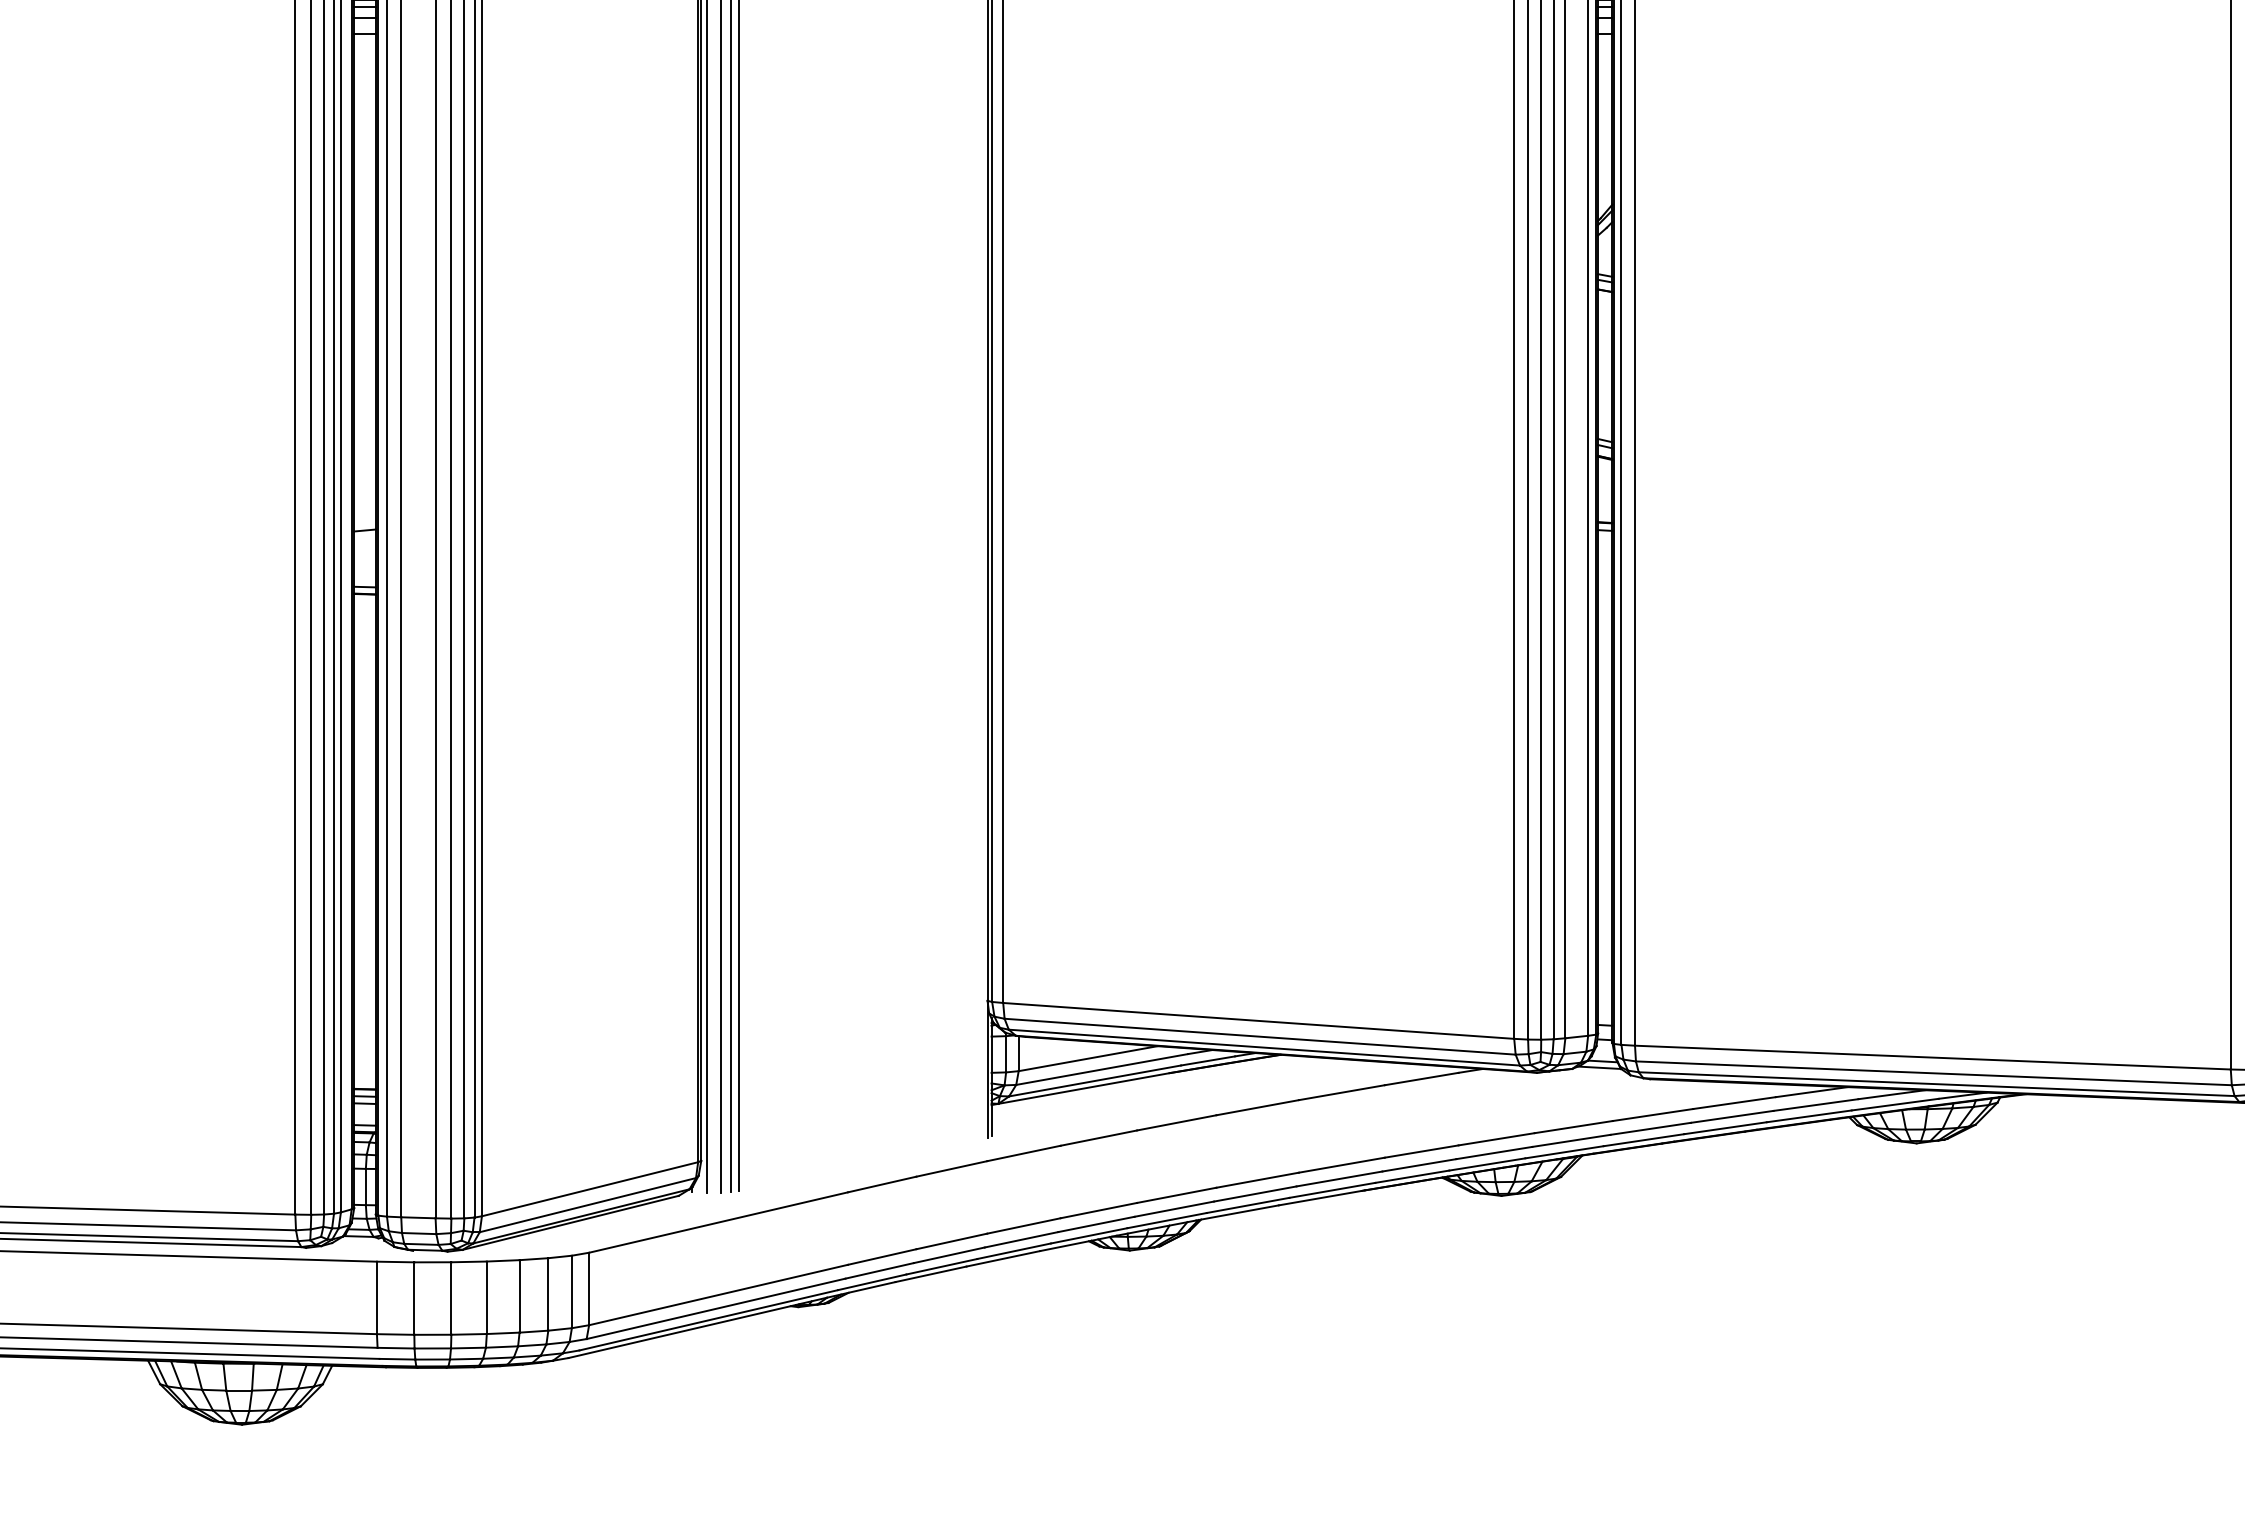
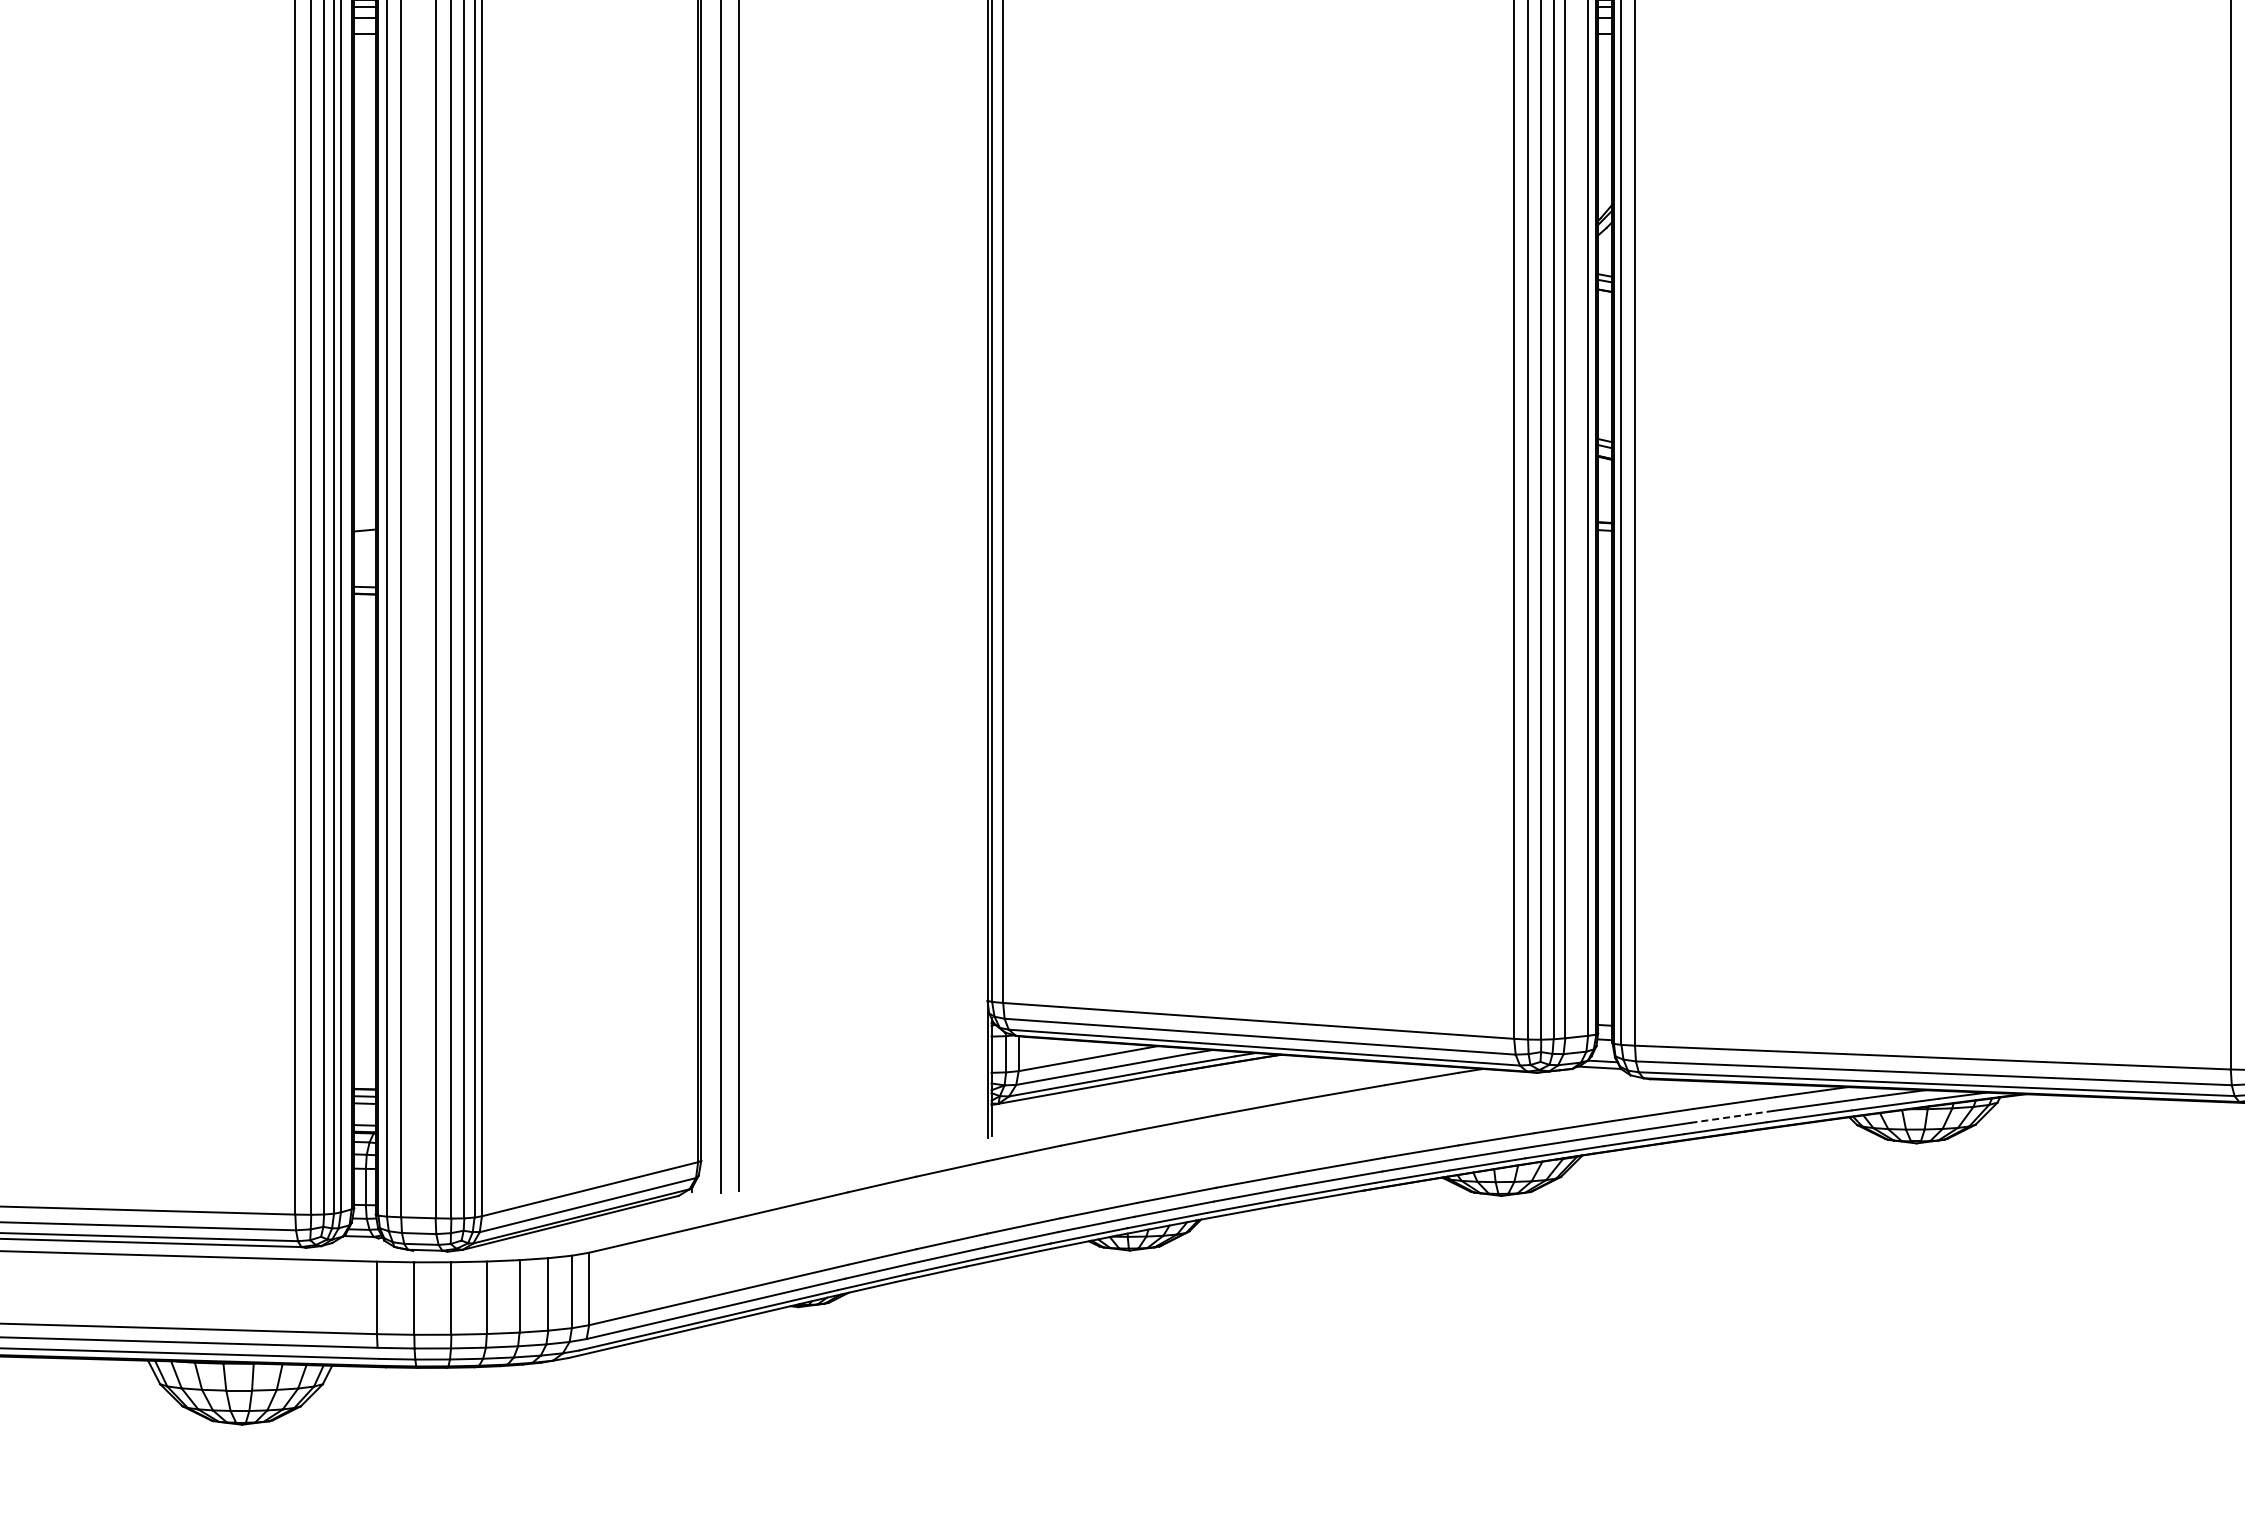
line at (731, 596): present -> none
line at (707, 597): present -> none
line at (1732, 1116): solid -> dashed
